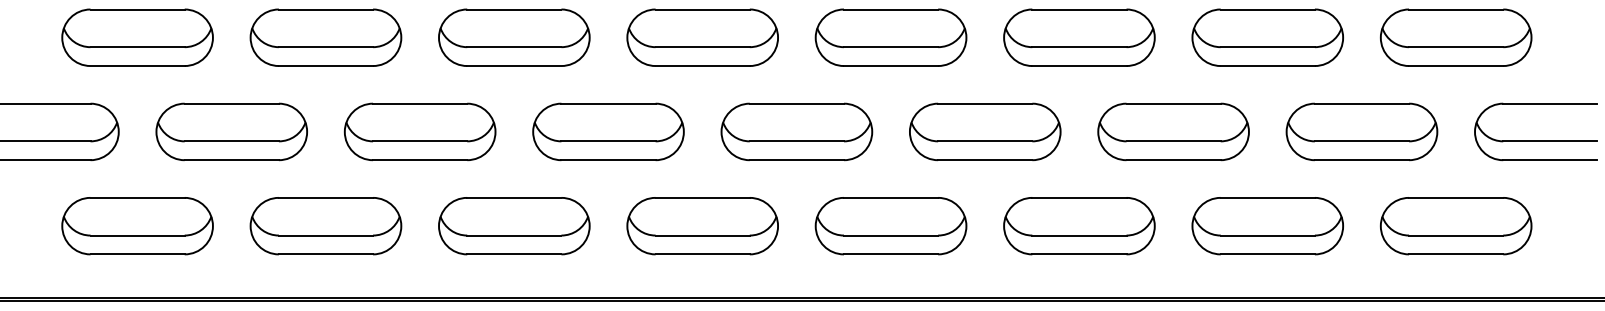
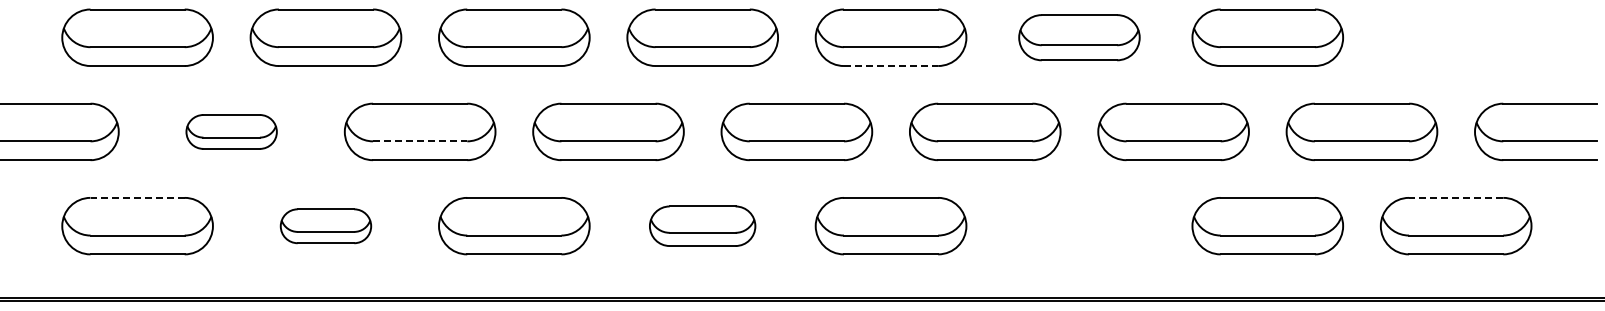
part at (1079, 37) size: 153x59 px -> 123x48 px
part at (1456, 37): present -> none
line at (891, 66): solid -> dashed
part at (231, 131) size: 153x60 px -> 93x36 px
line at (420, 141): solid -> dashed
line at (137, 197): solid -> dashed
line at (1455, 197): solid -> dashed
part at (325, 226) size: 154x59 px -> 94x37 px
part at (702, 226) size: 153x59 px -> 108x42 px
part at (1079, 226): present -> none
